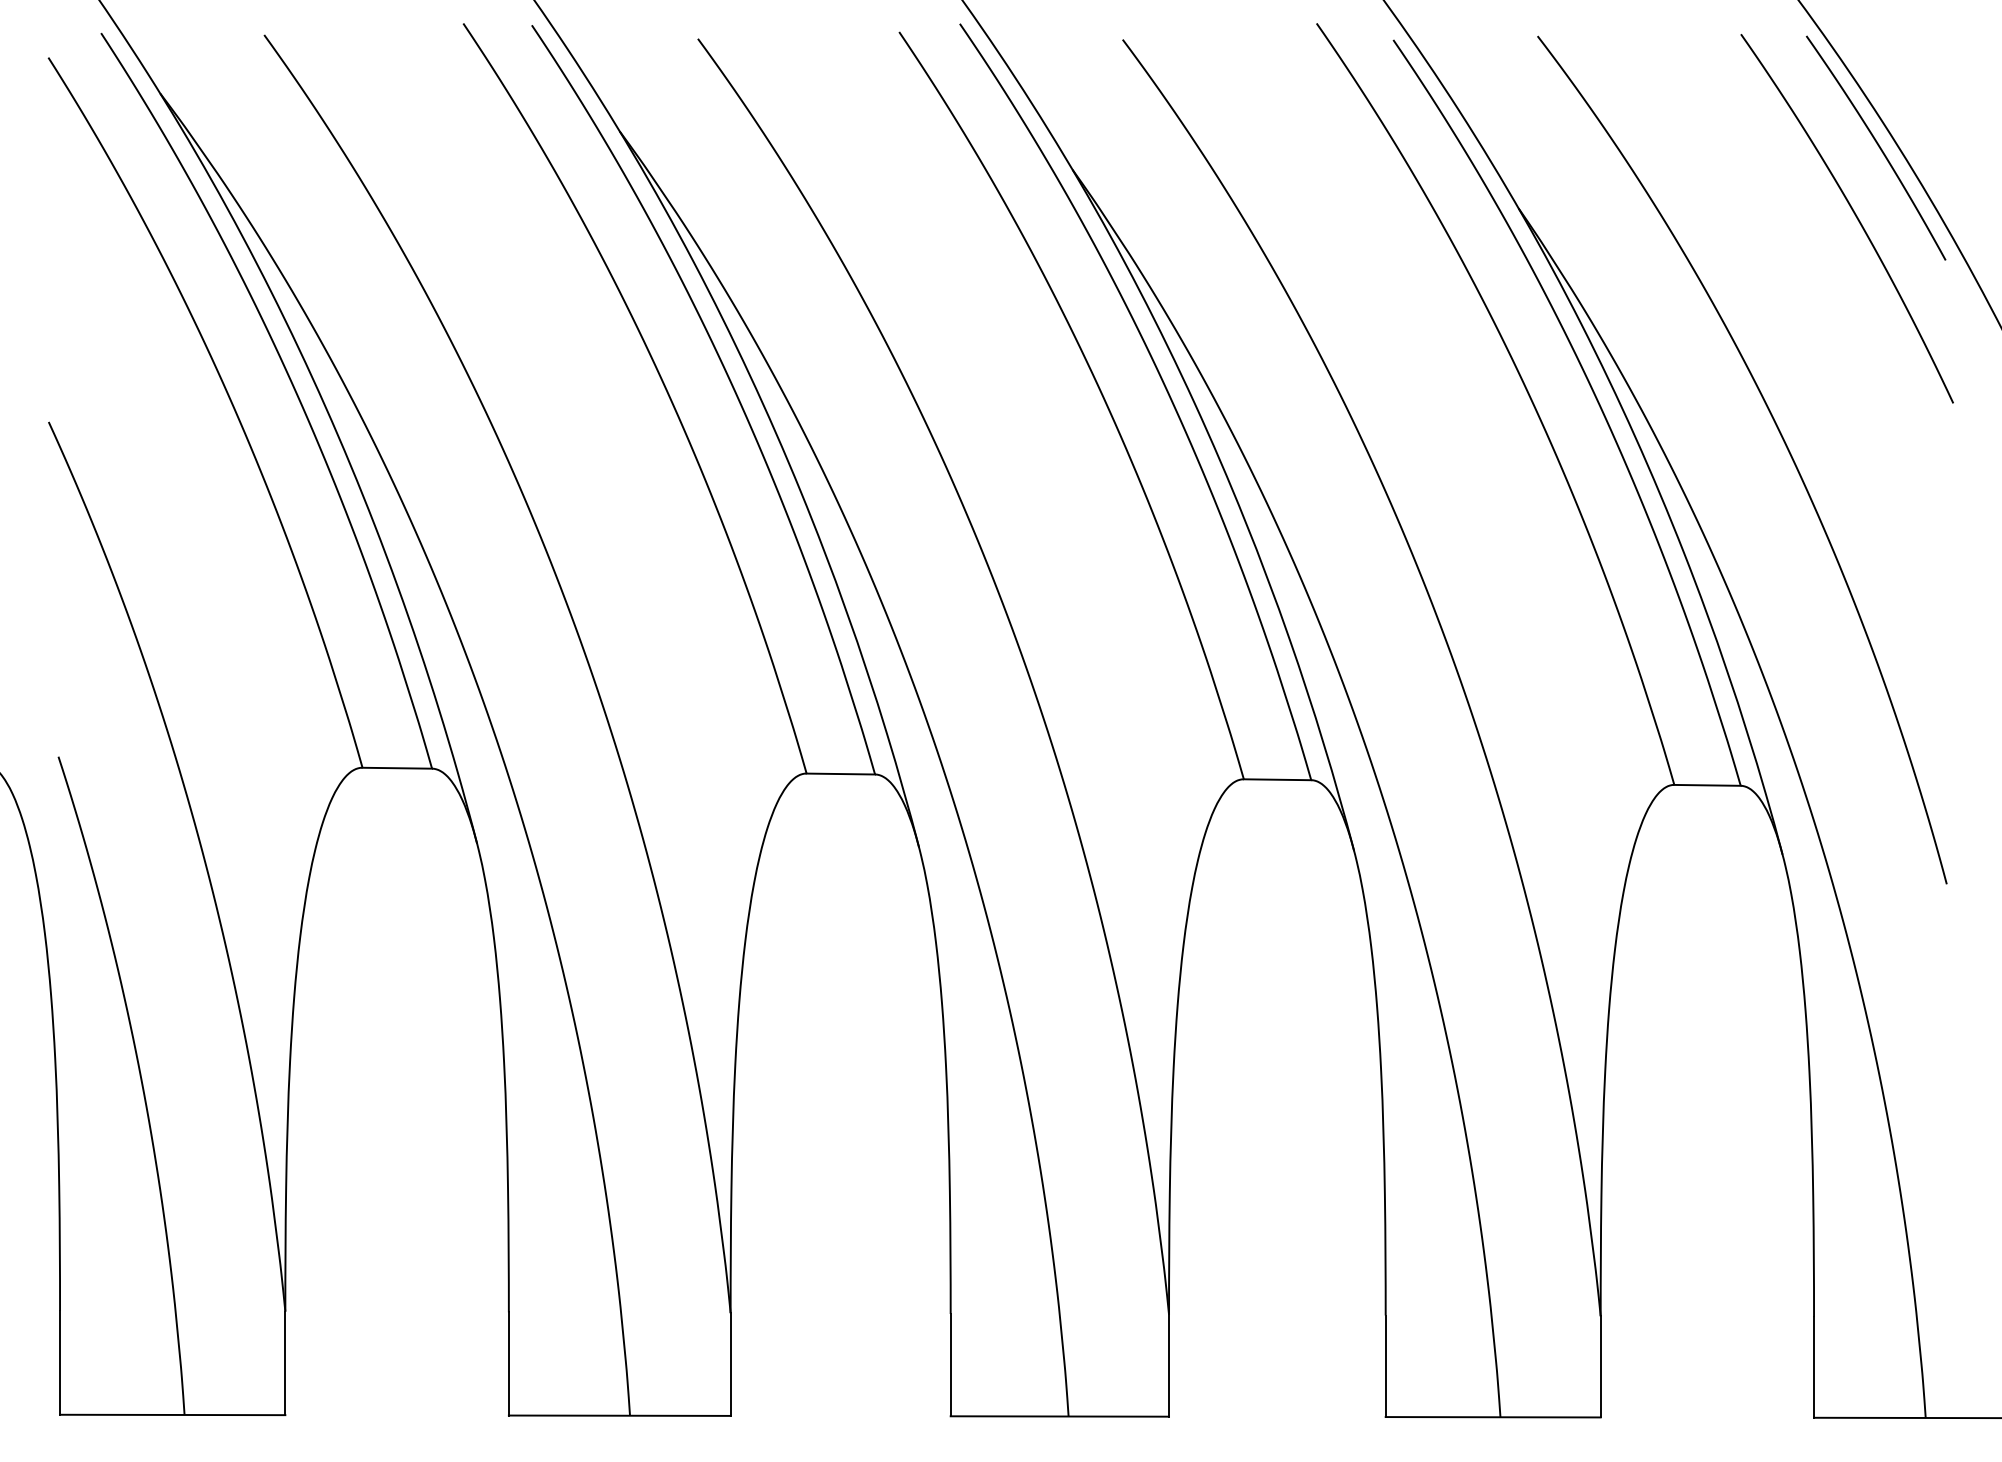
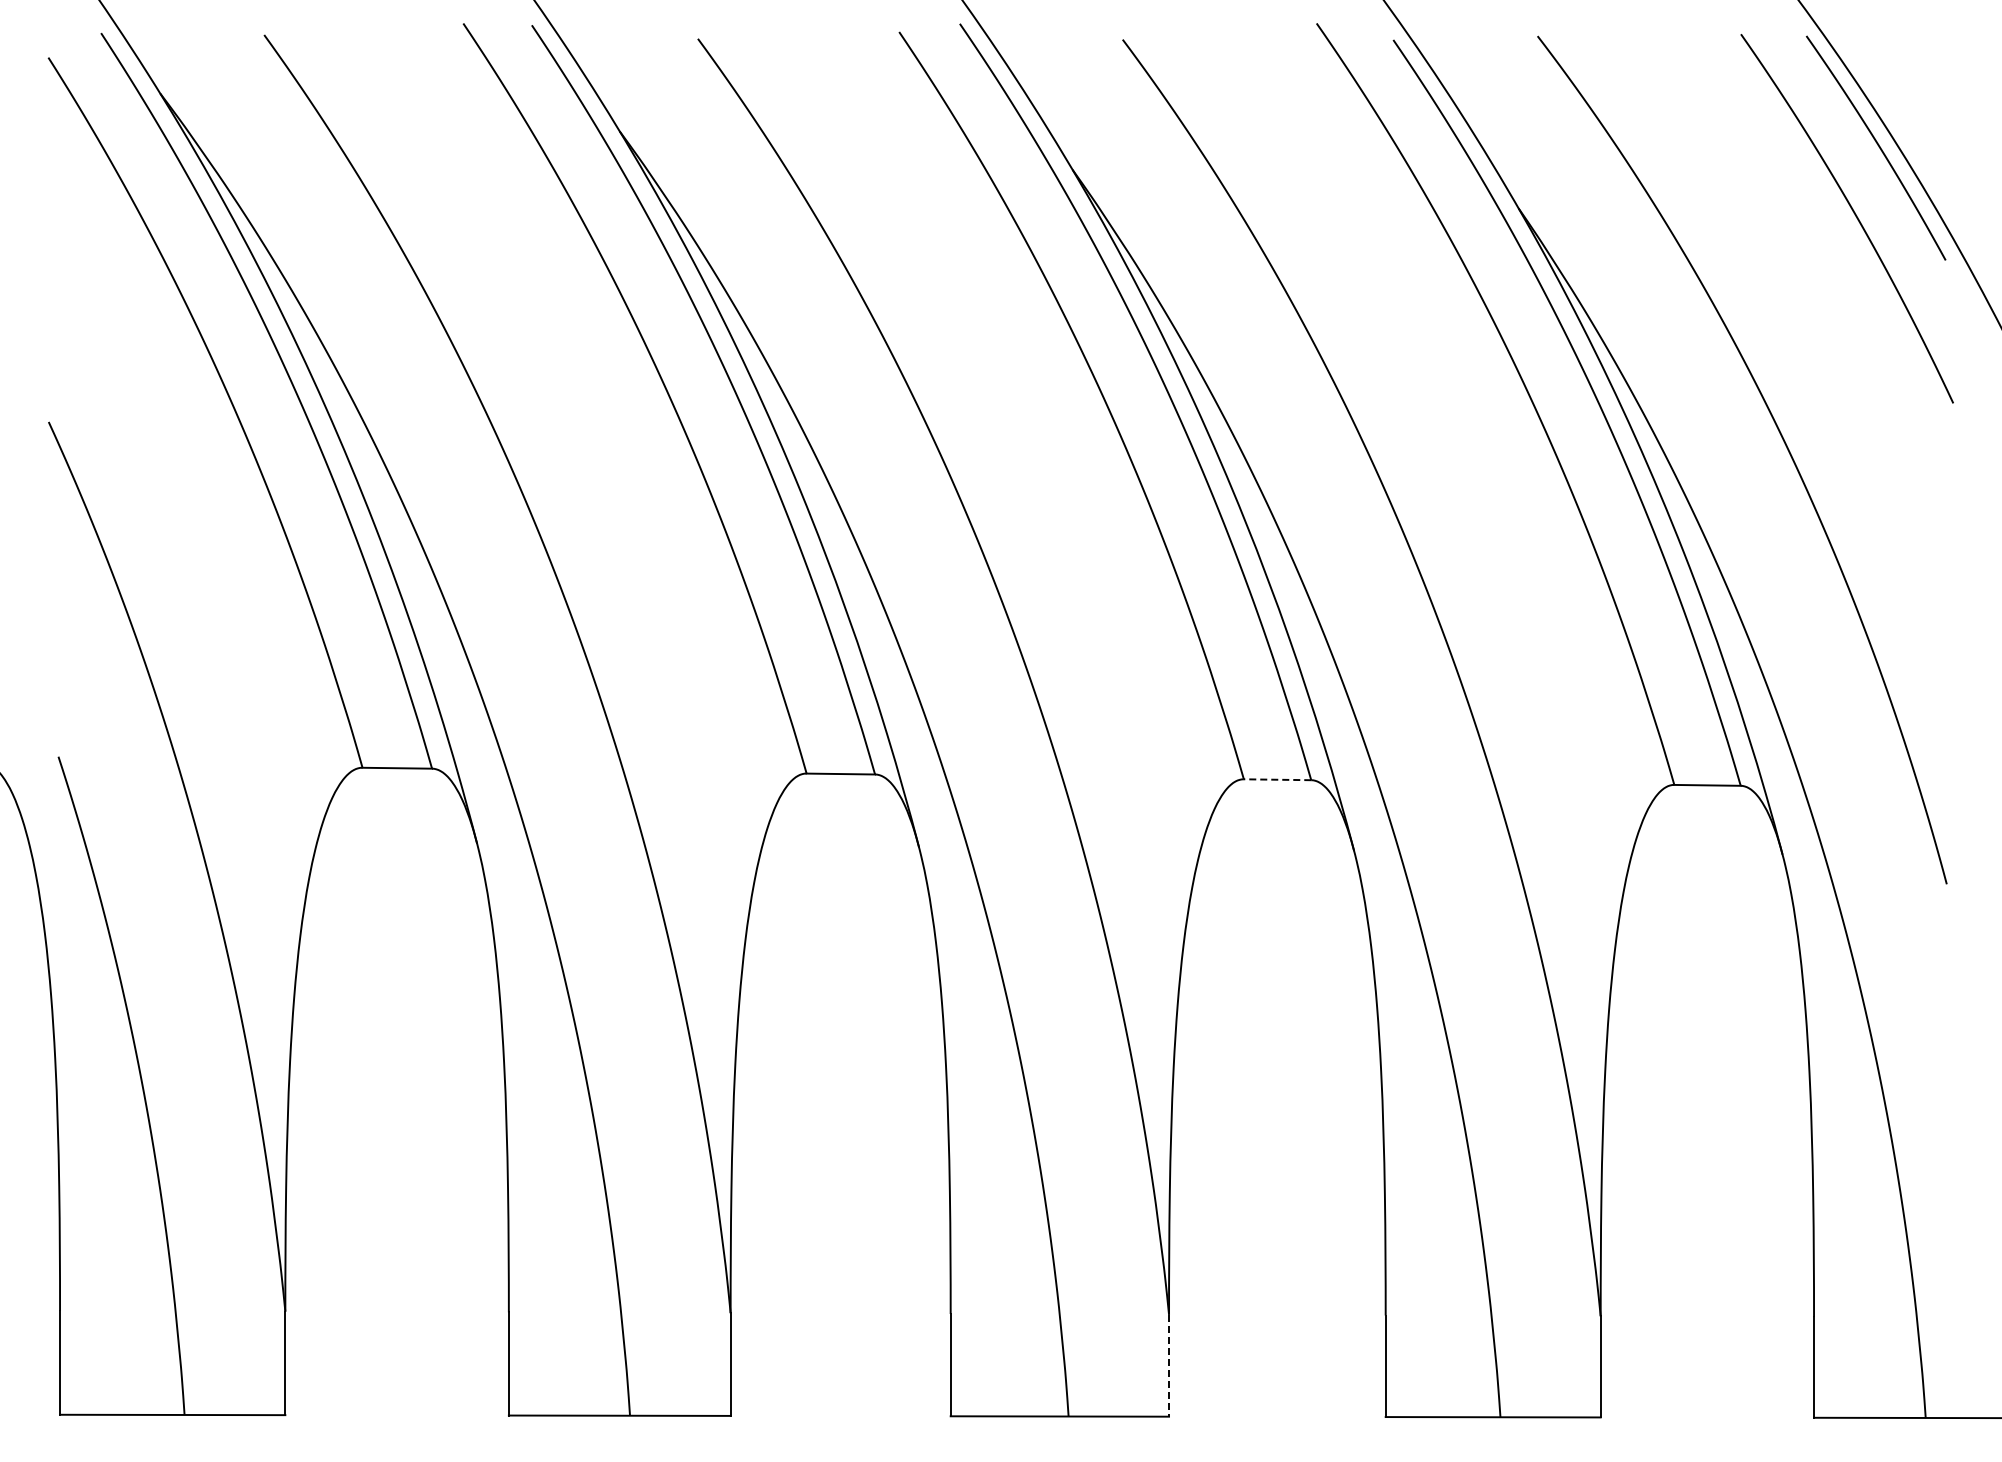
line at (1277, 779): solid -> dashed
line at (1169, 1365): solid -> dashed
